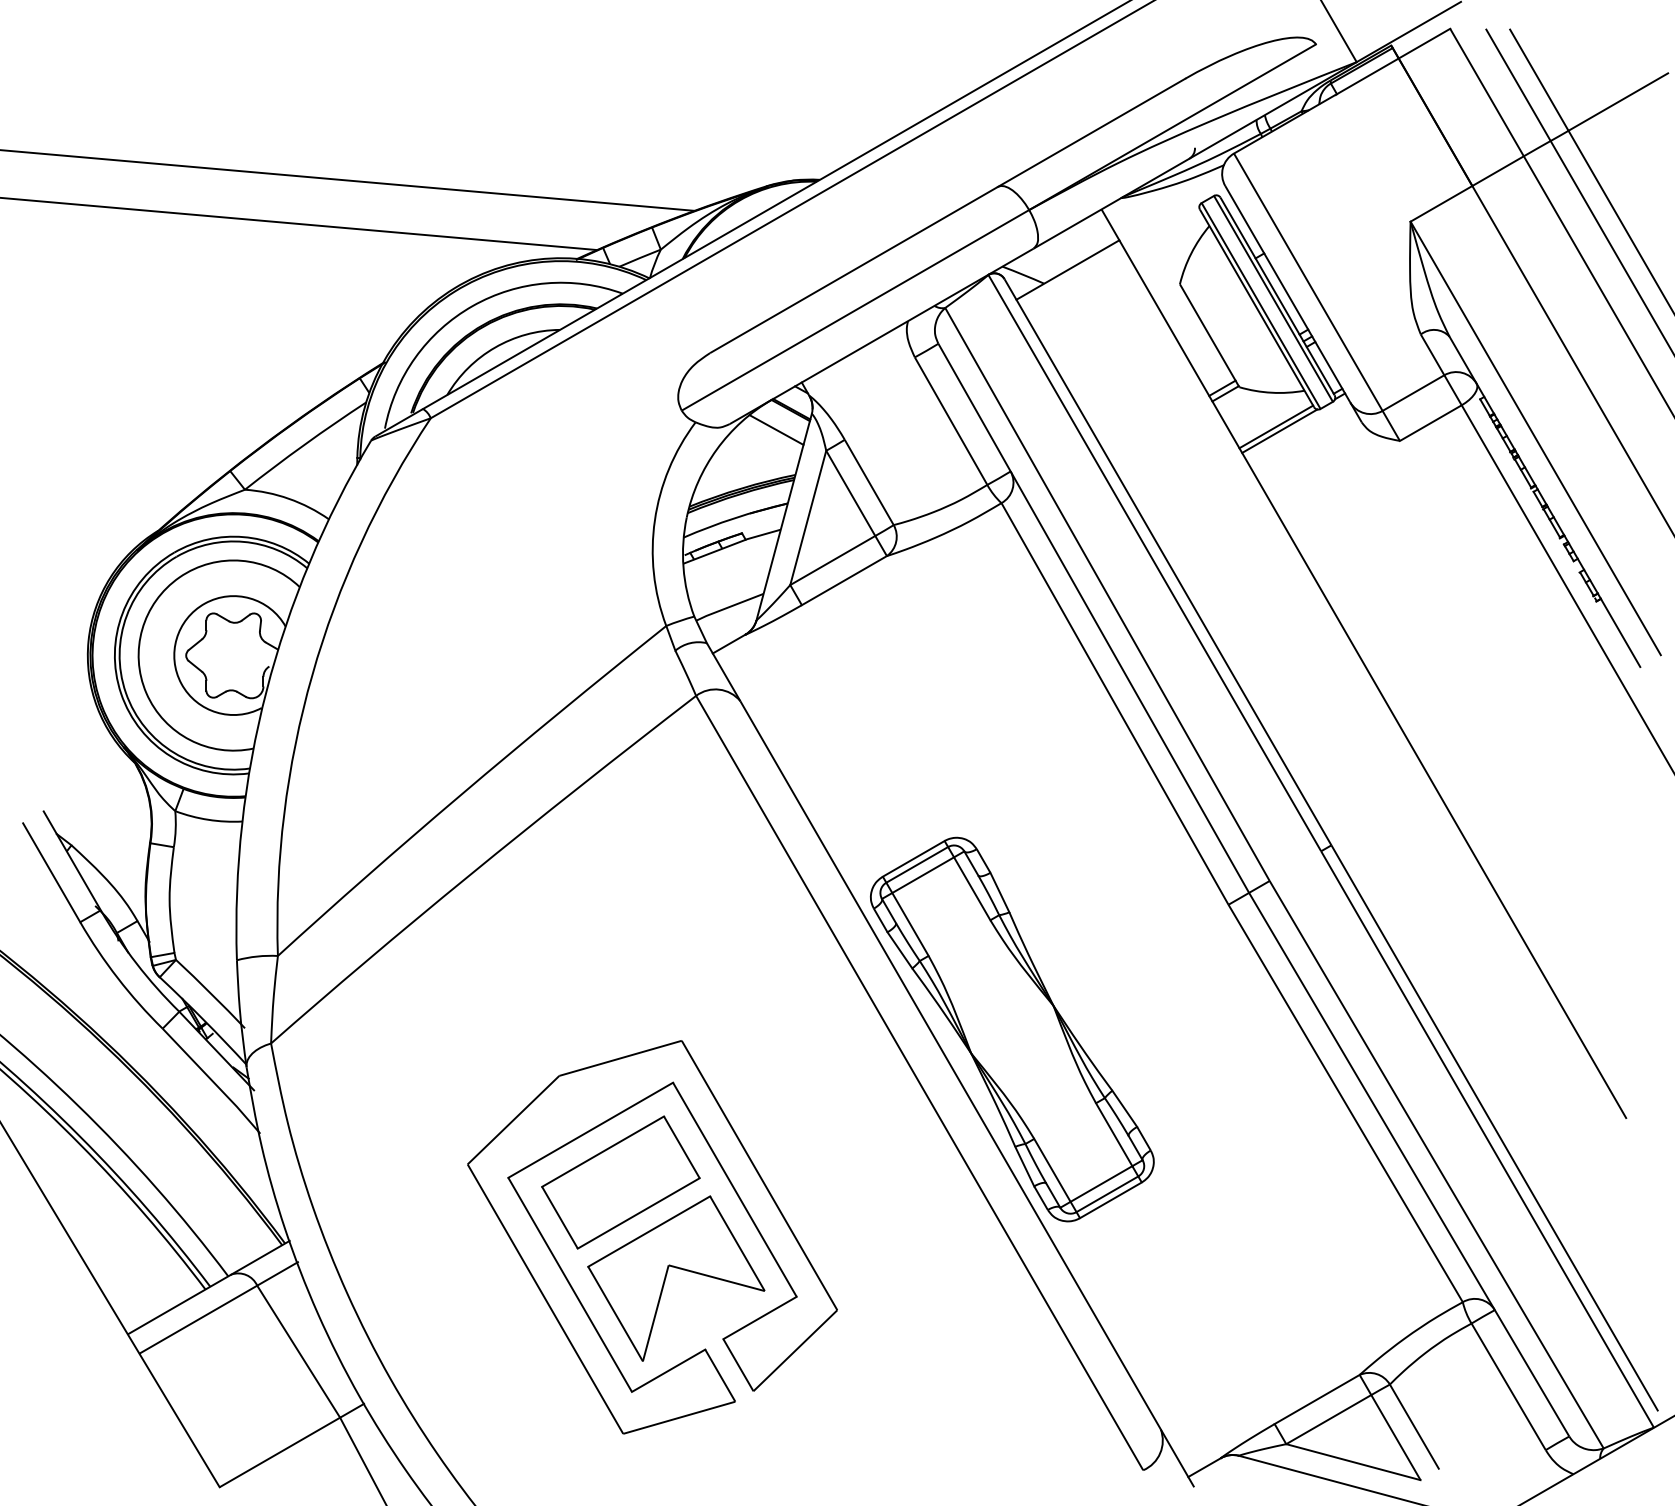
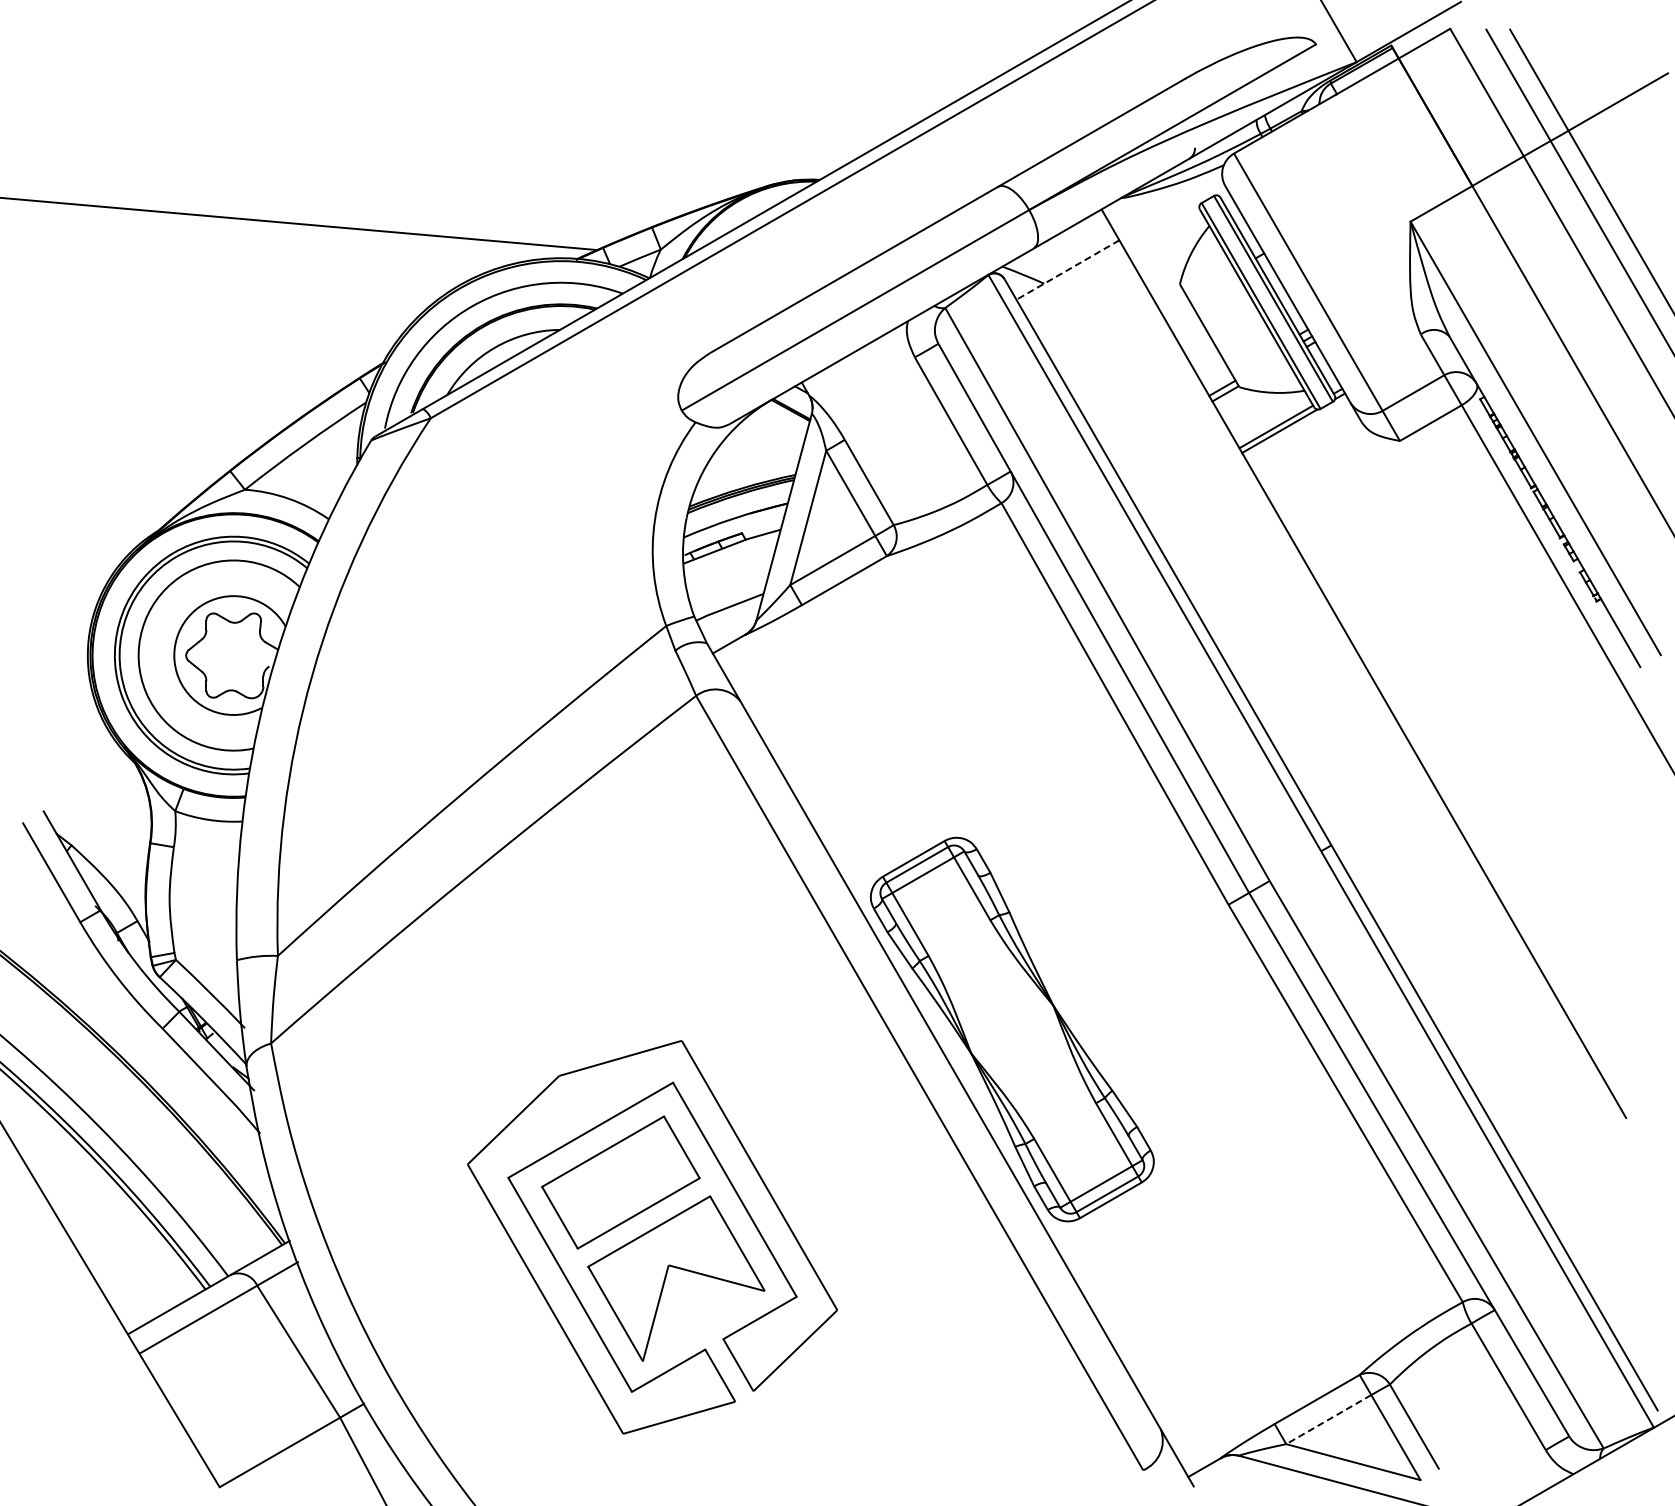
line at (348, 180): present -> none
line at (1067, 270): solid -> dashed
line at (776, 429): present -> none
line at (1328, 1419): solid -> dashed
